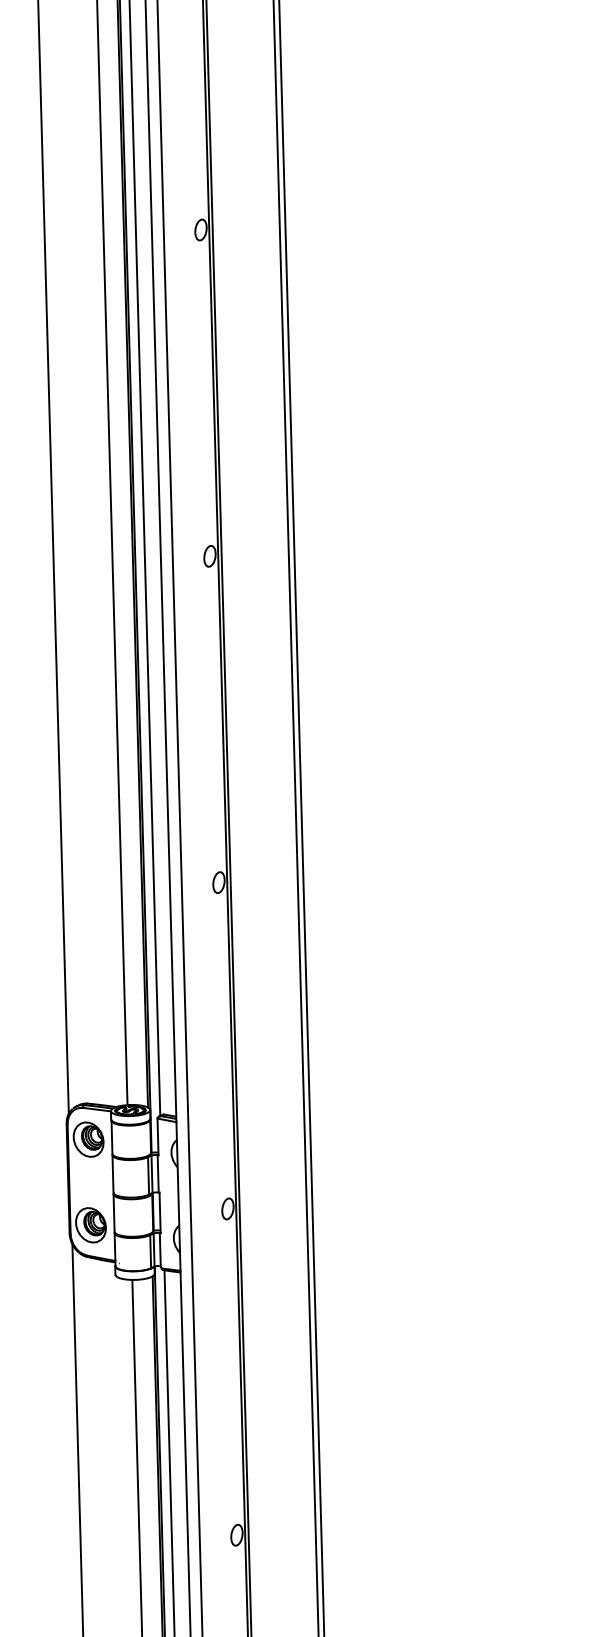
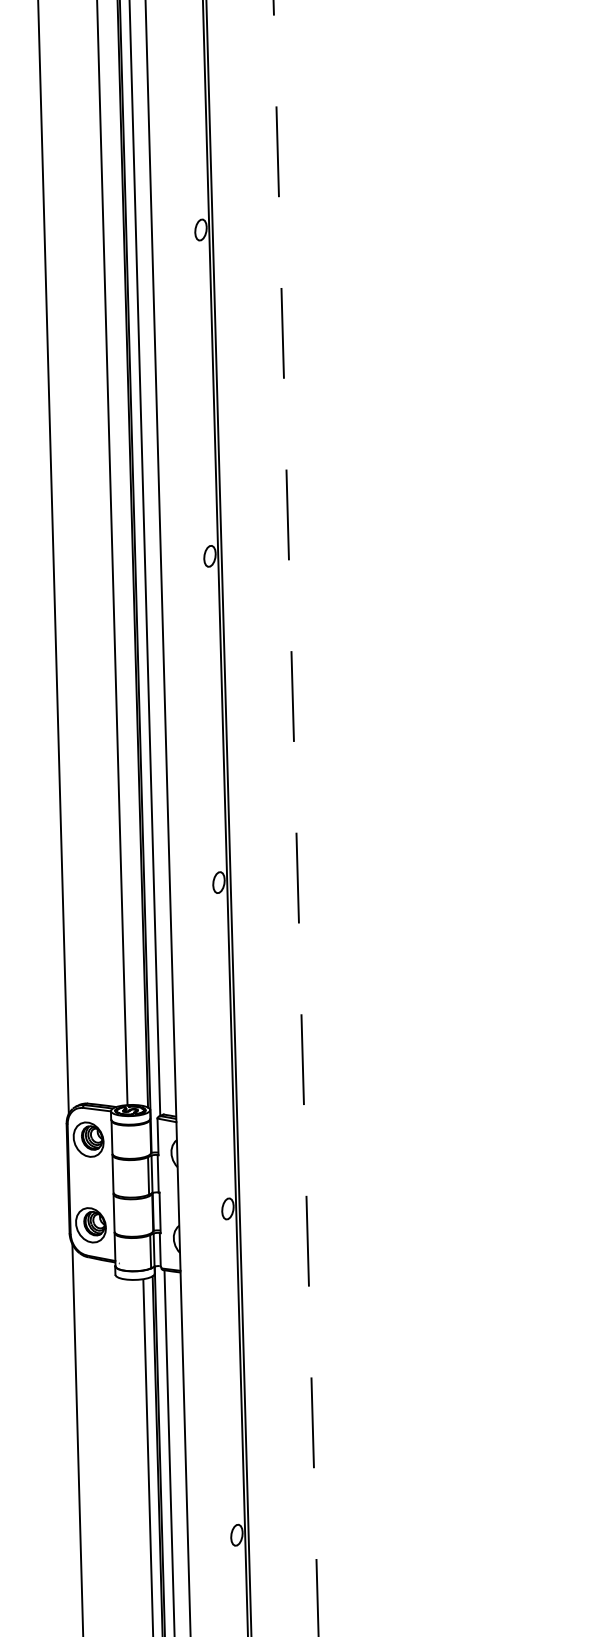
line at (179, 817): present -> none
line at (301, 817): present -> none
line at (296, 818): solid -> dashed
line at (137, 1456) position: (137, 1456) -> (148, 1456)
